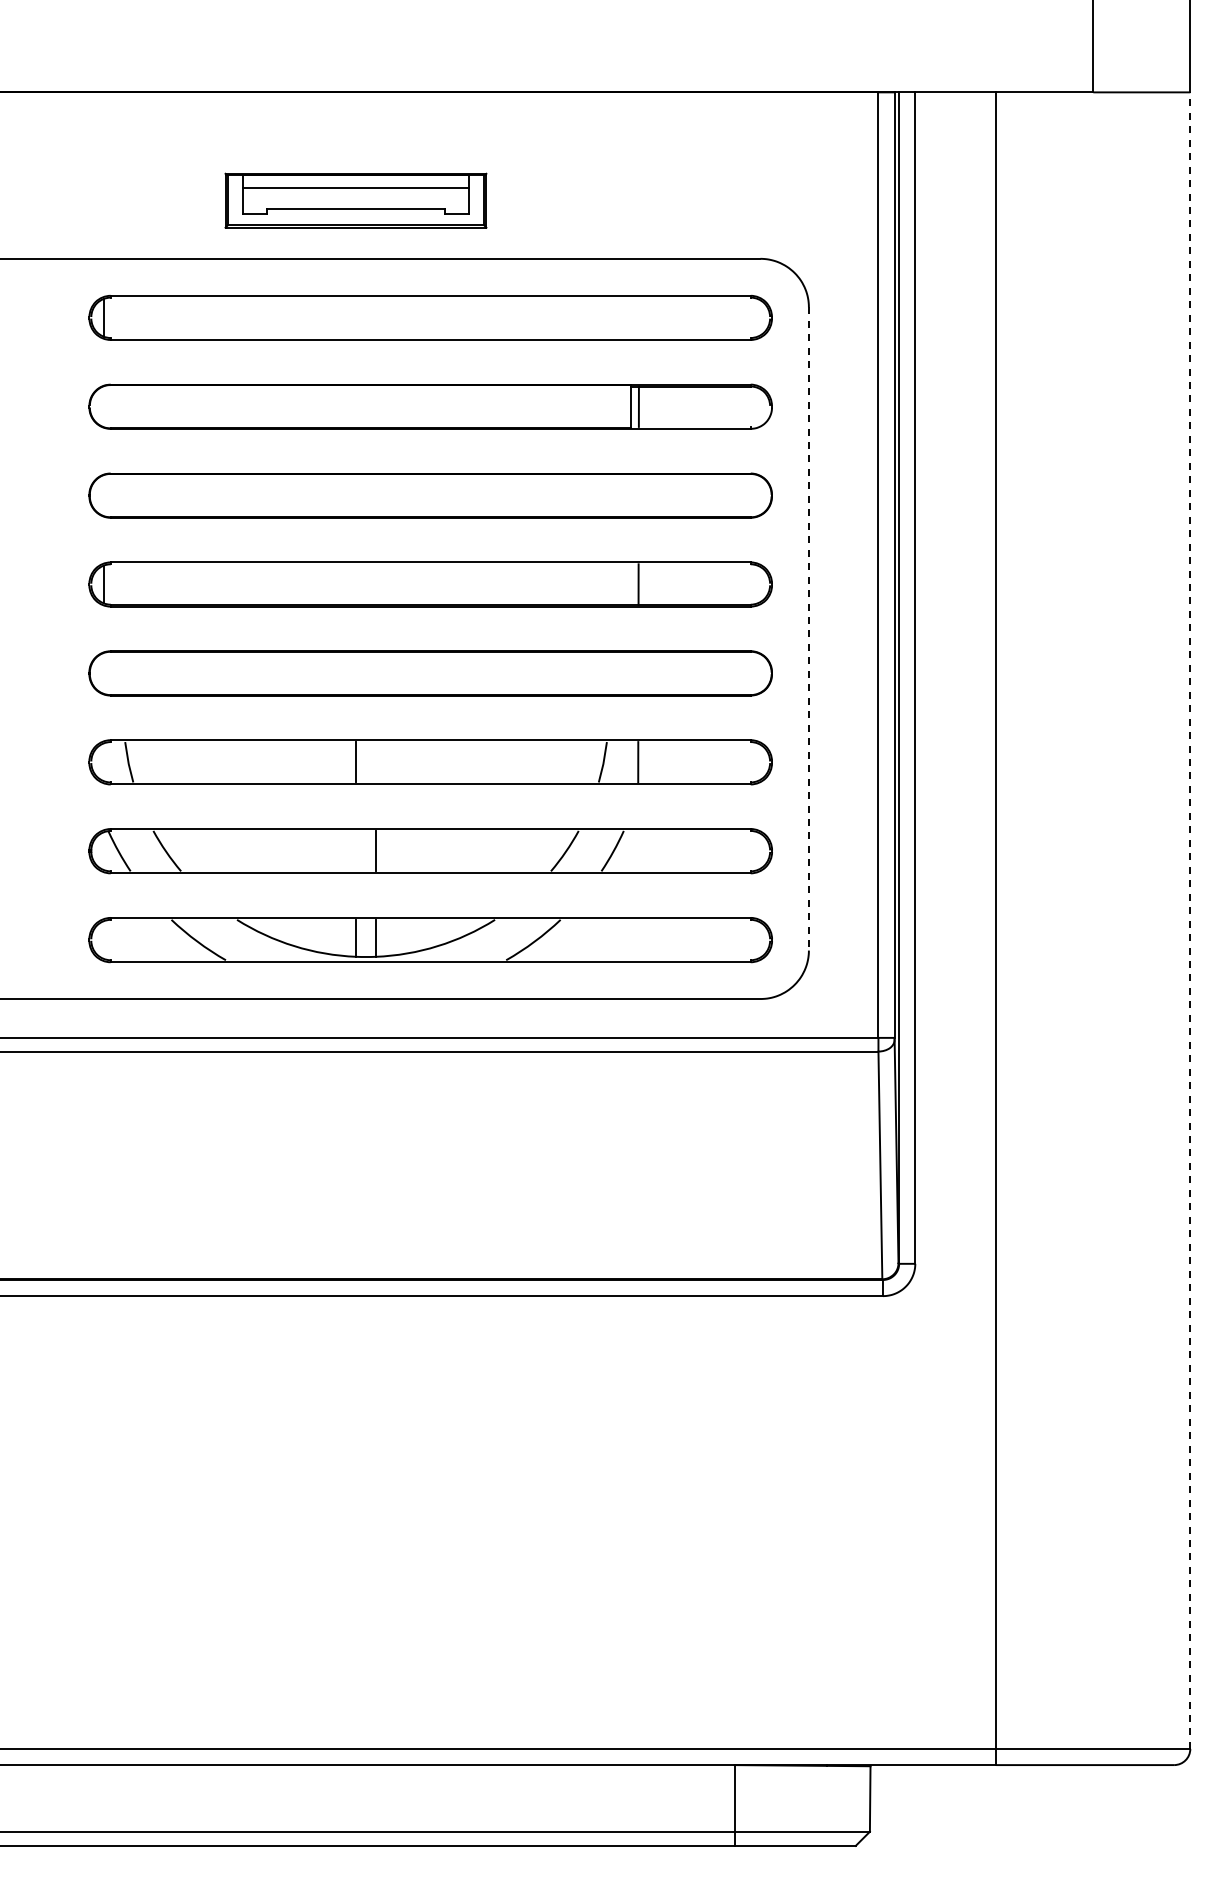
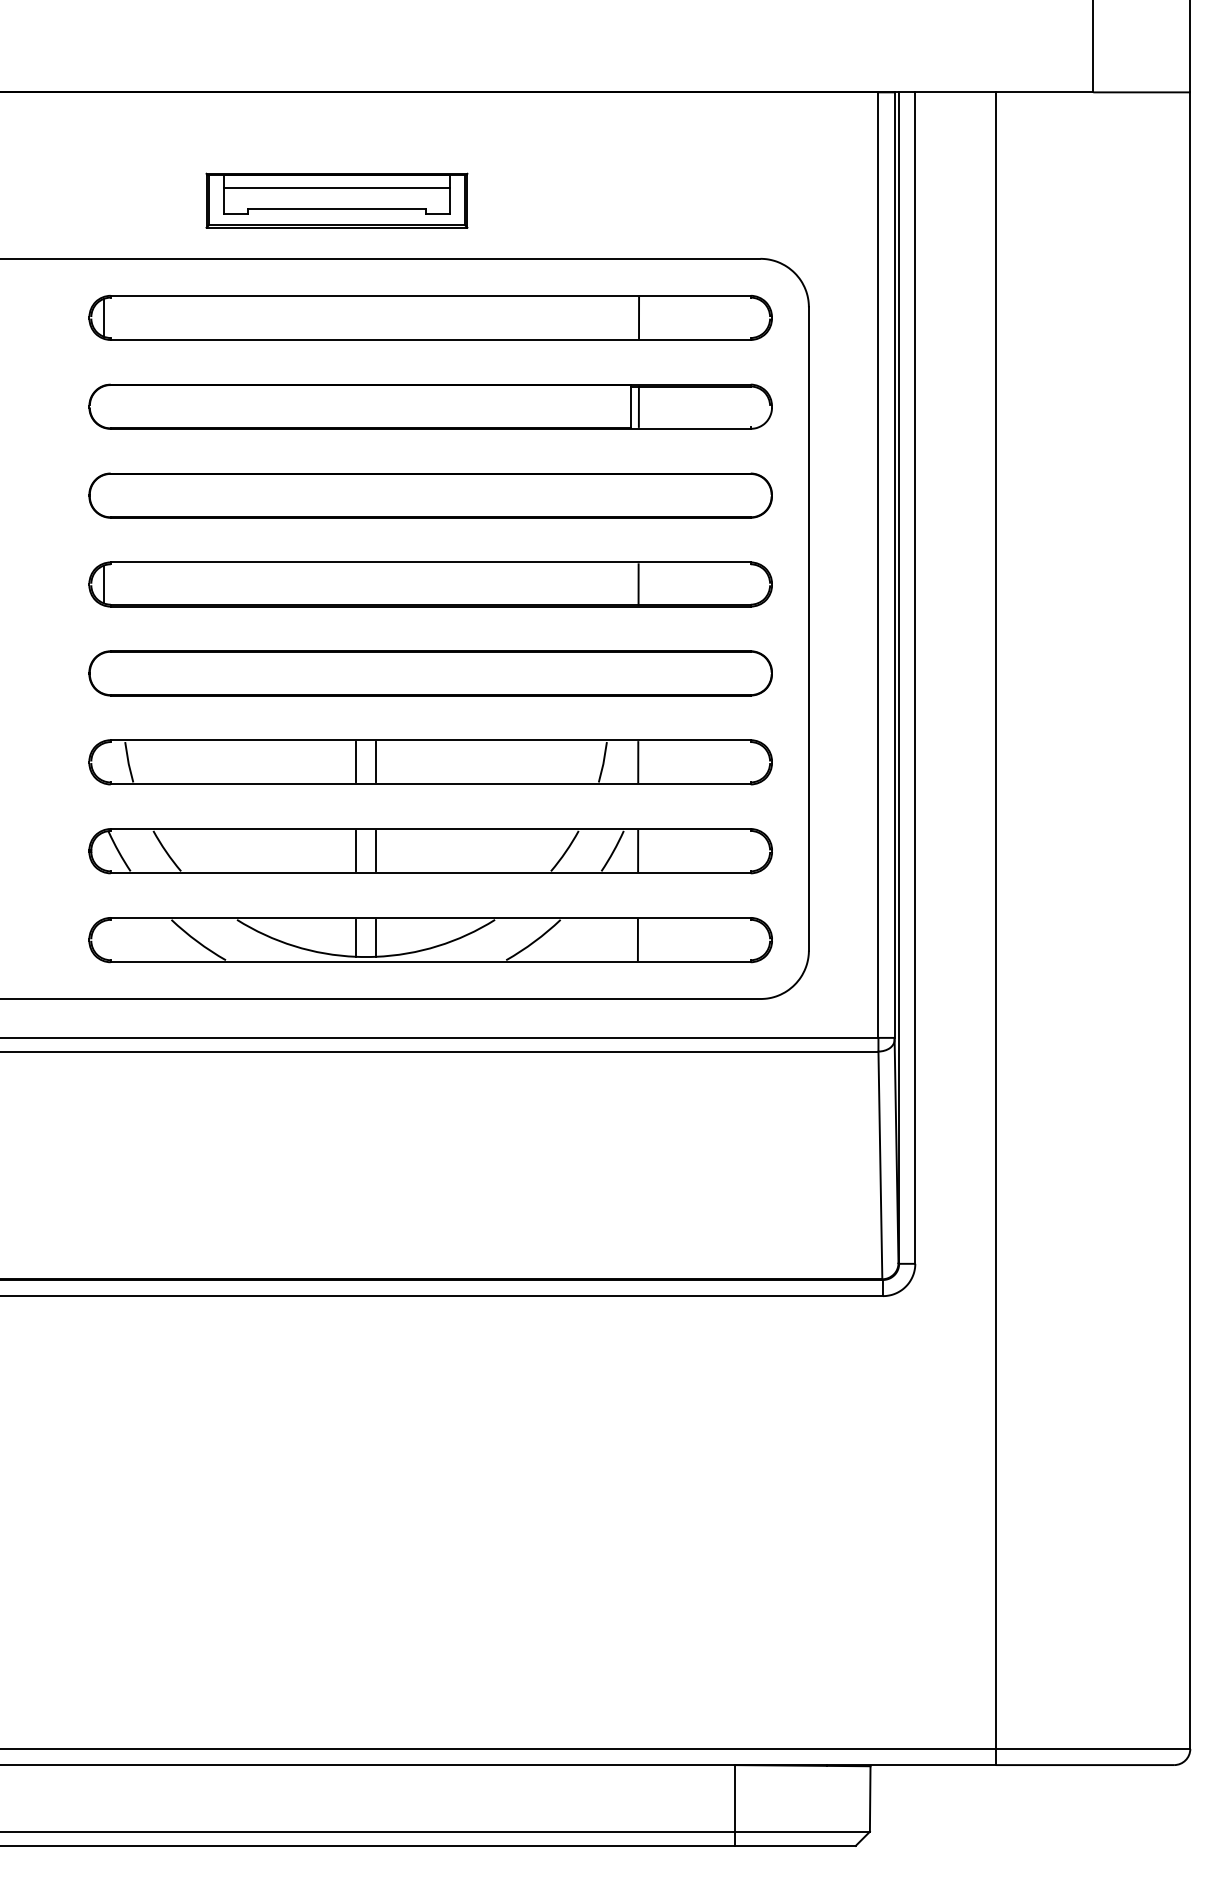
part at (355, 200) position: (355, 200) -> (336, 200)
line at (639, 317): none -> present
line at (808, 628): dashed -> solid
line at (375, 762): none -> present
line at (356, 850): none -> present
line at (638, 850): none -> present
line at (1190, 920): dashed -> solid
line at (637, 939): none -> present
